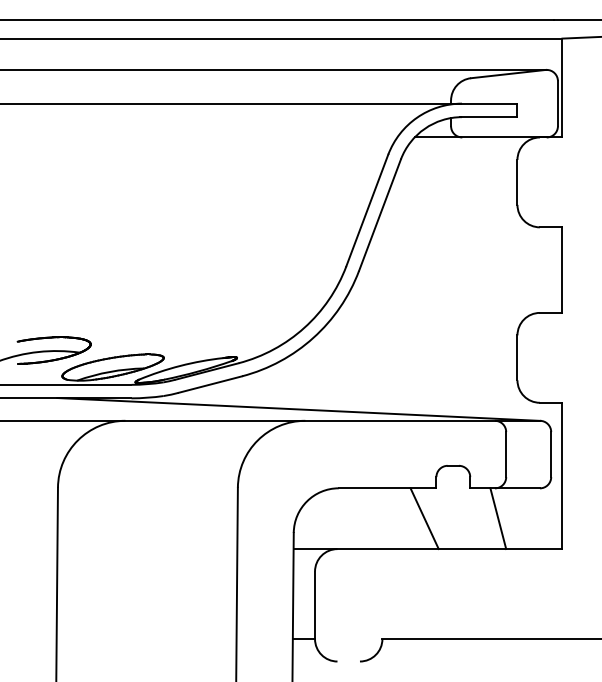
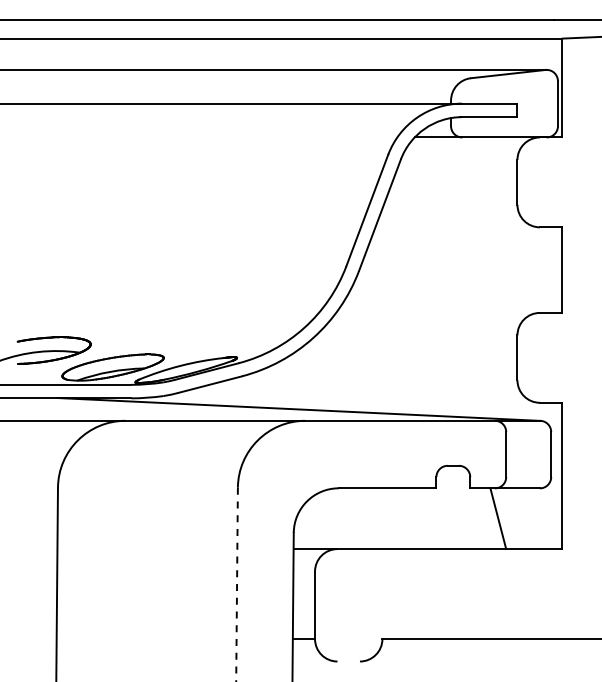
line at (424, 518): present -> none
line at (237, 584): solid -> dashed
